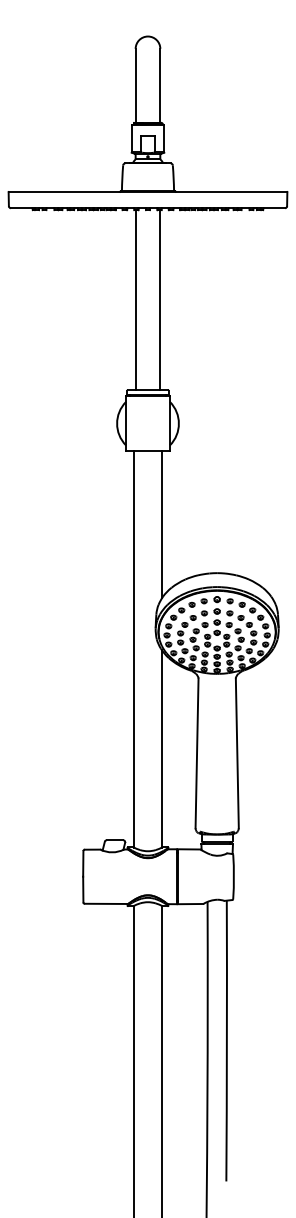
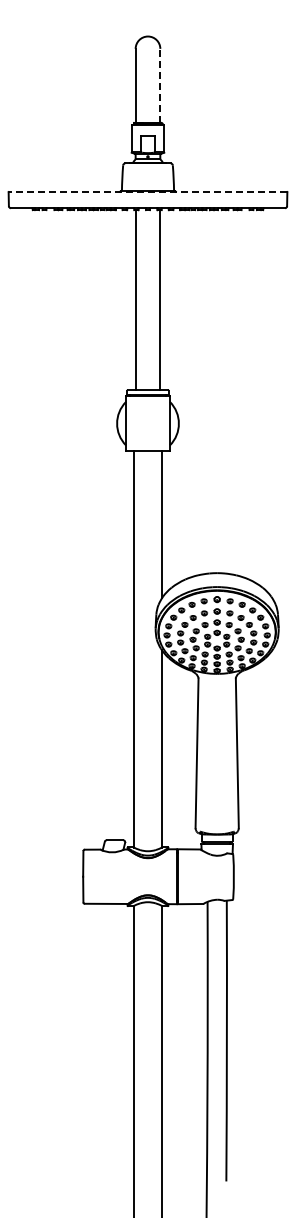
line at (160, 85): solid -> dashed
line at (148, 191): solid -> dashed
